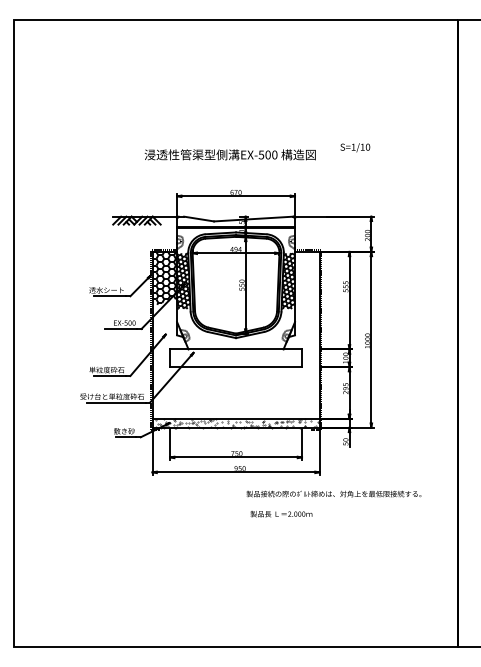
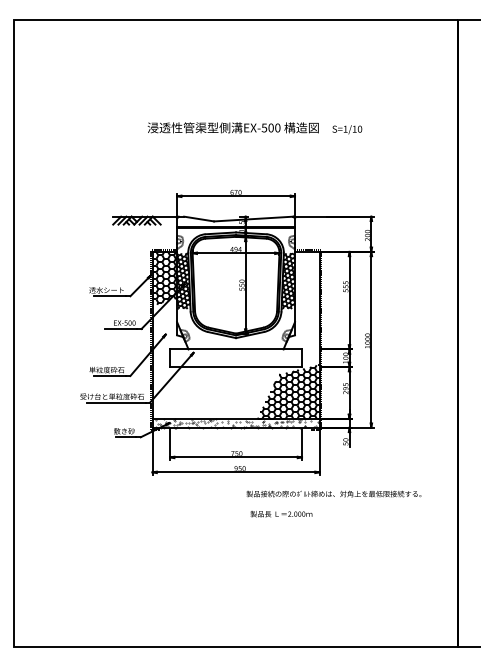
text at (355, 147) position: (355, 147) -> (347, 129)
text at (229, 154) position: (229, 154) -> (232, 127)
hatch at (288, 391): none -> present
